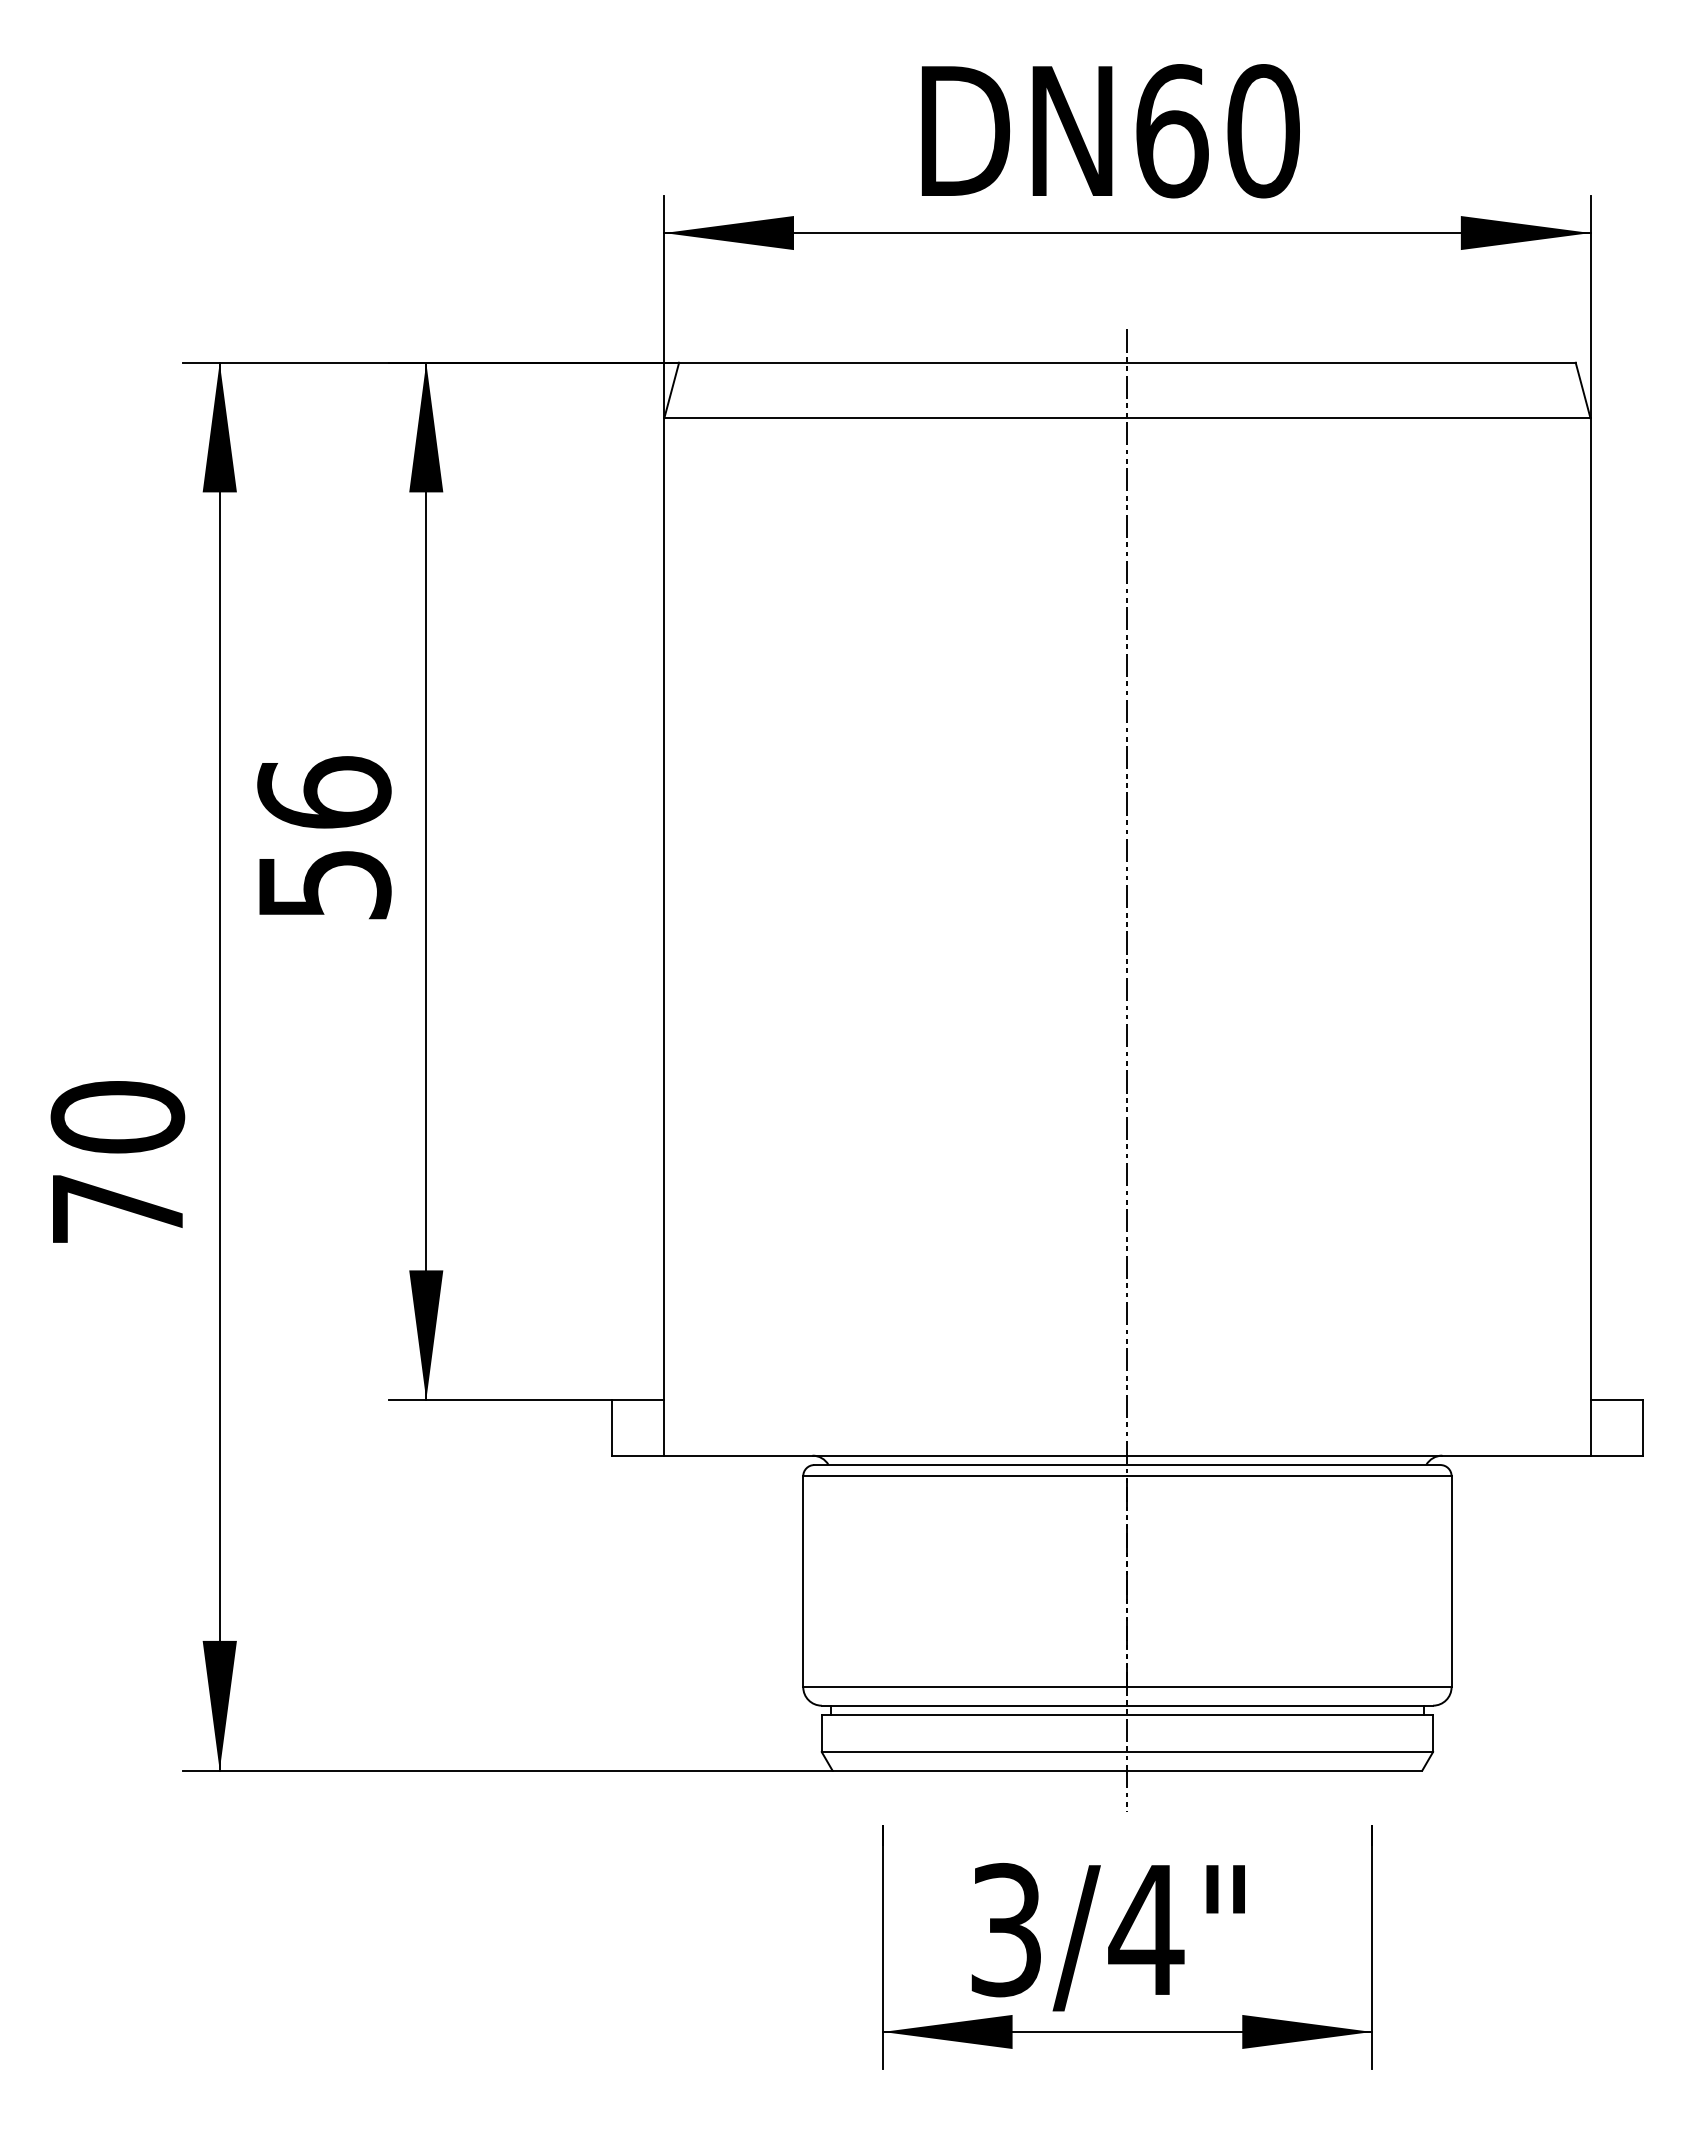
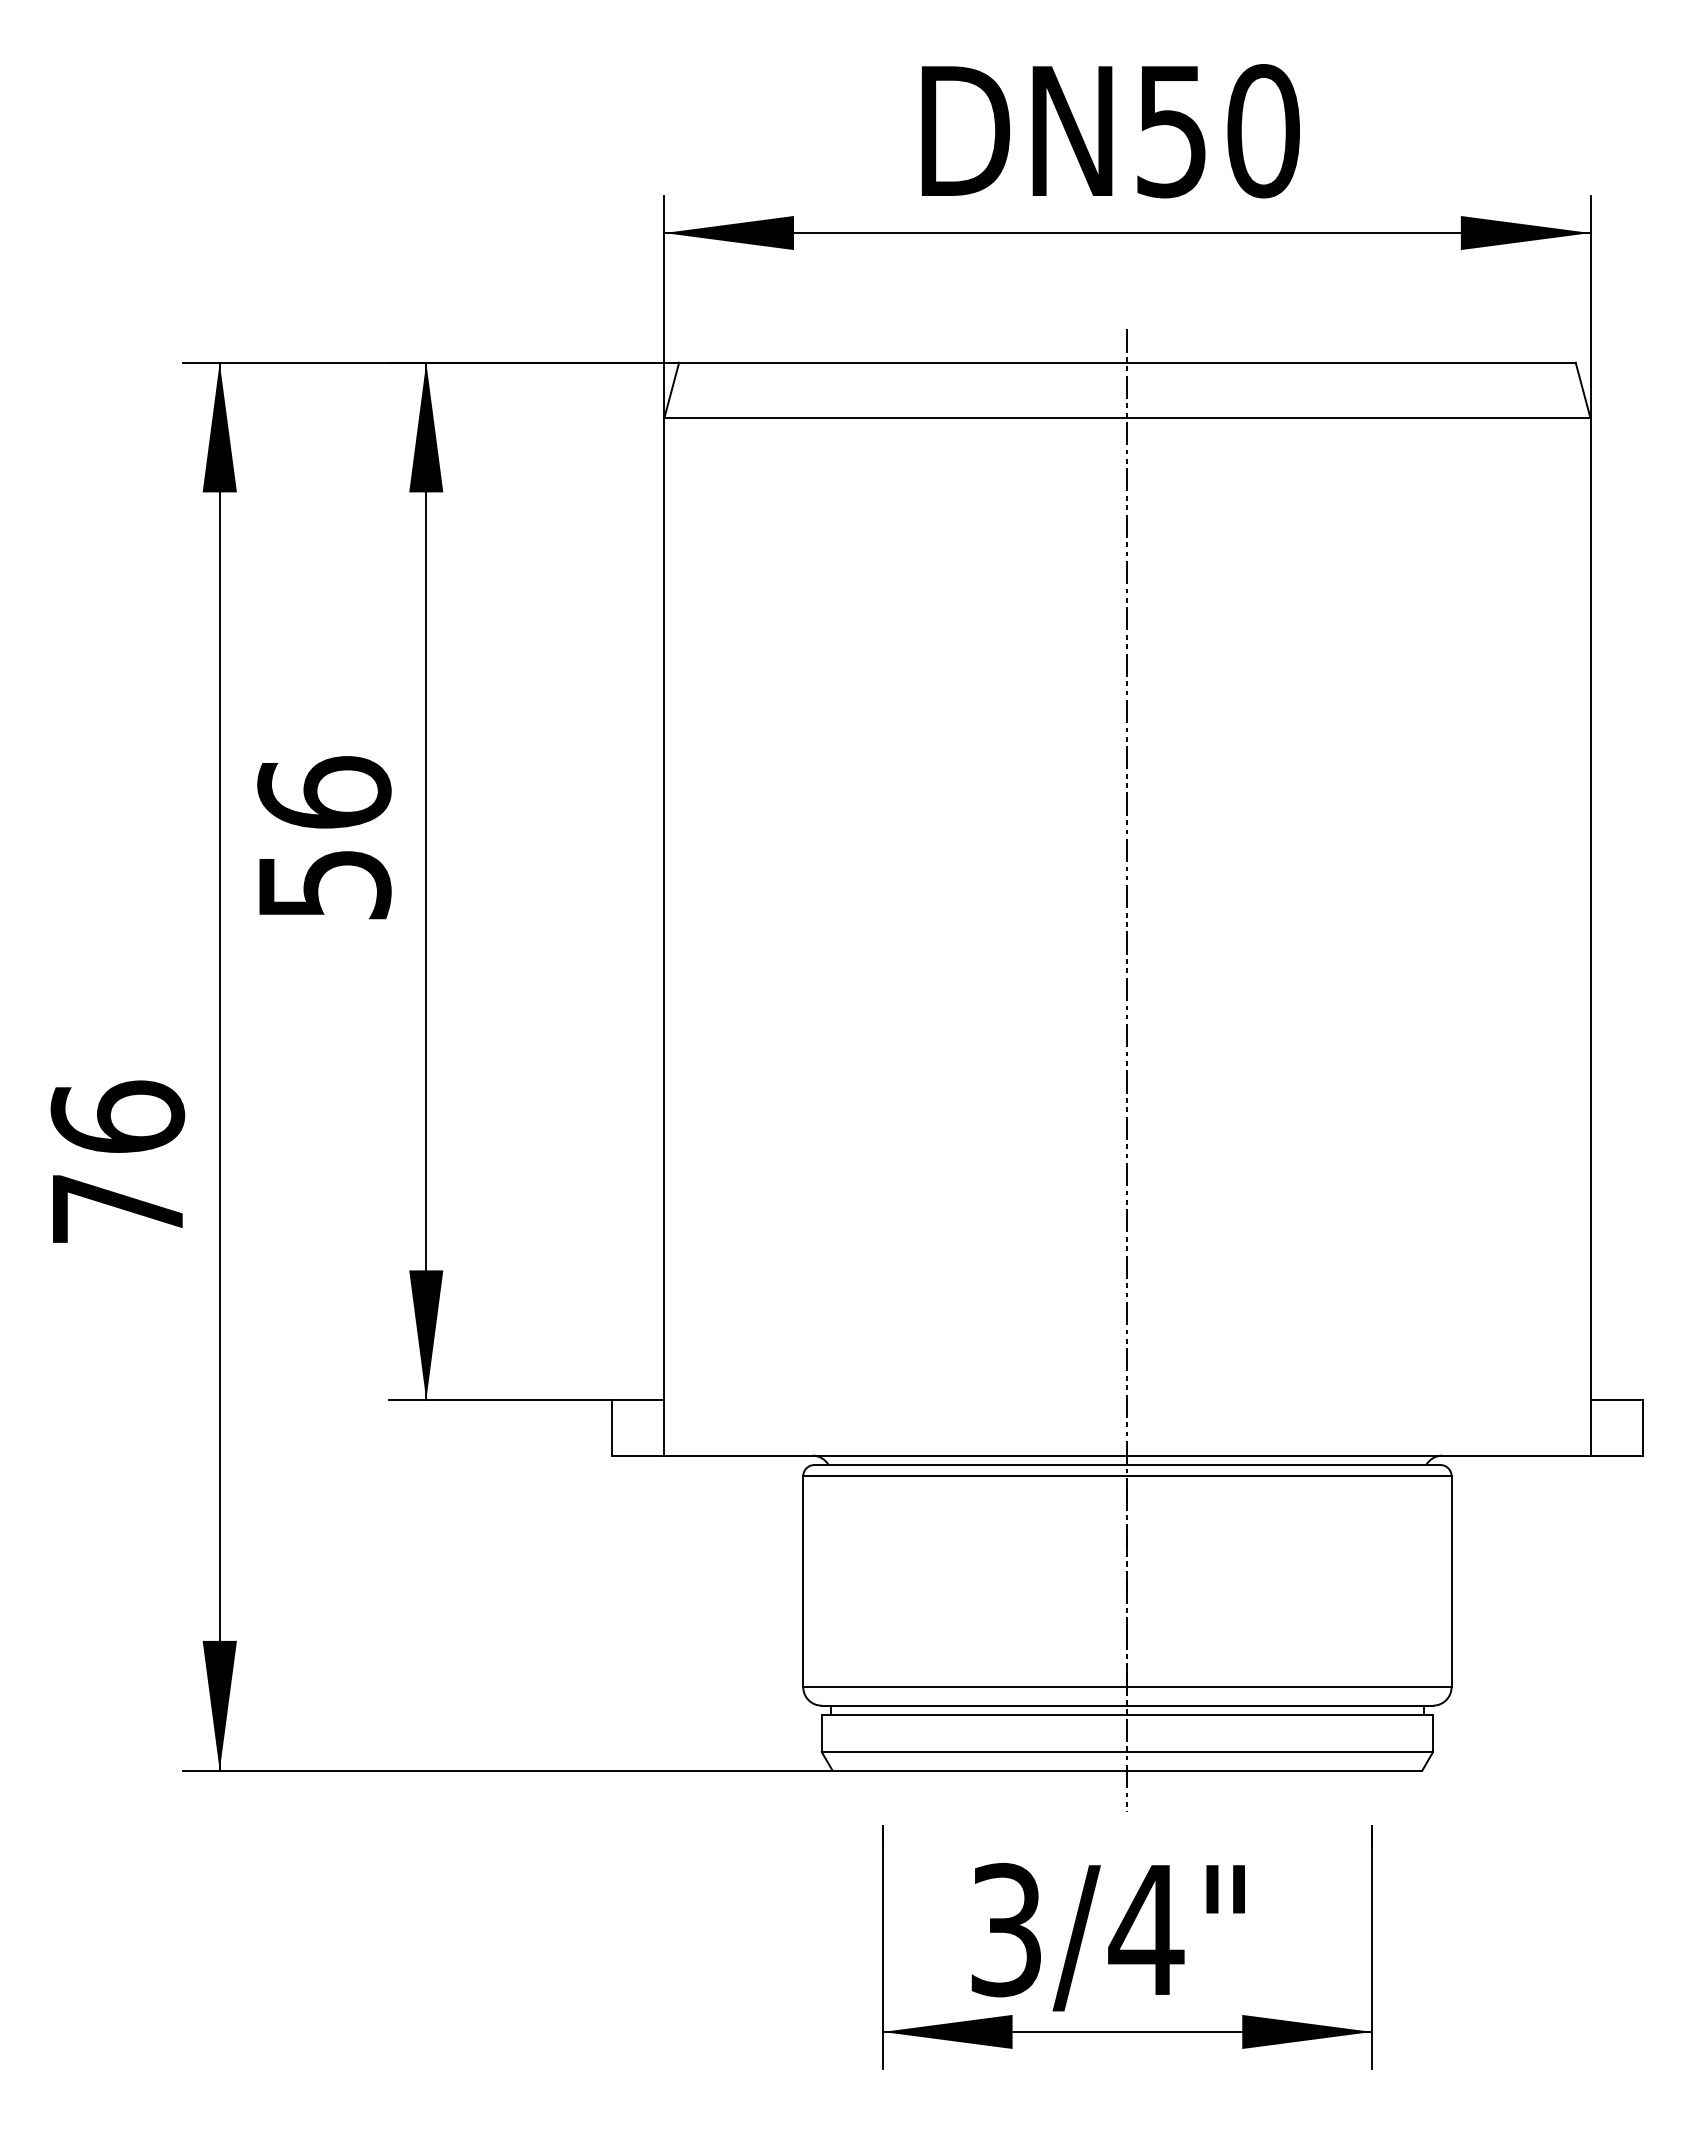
text at (1172, 131): 60 -> 50
text at (117, 1116): 70 -> 76
